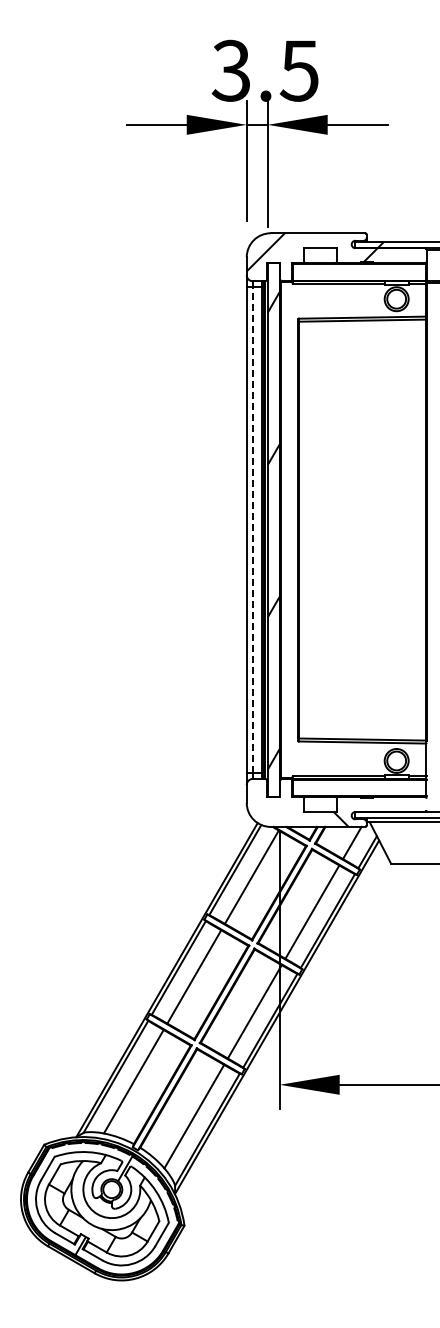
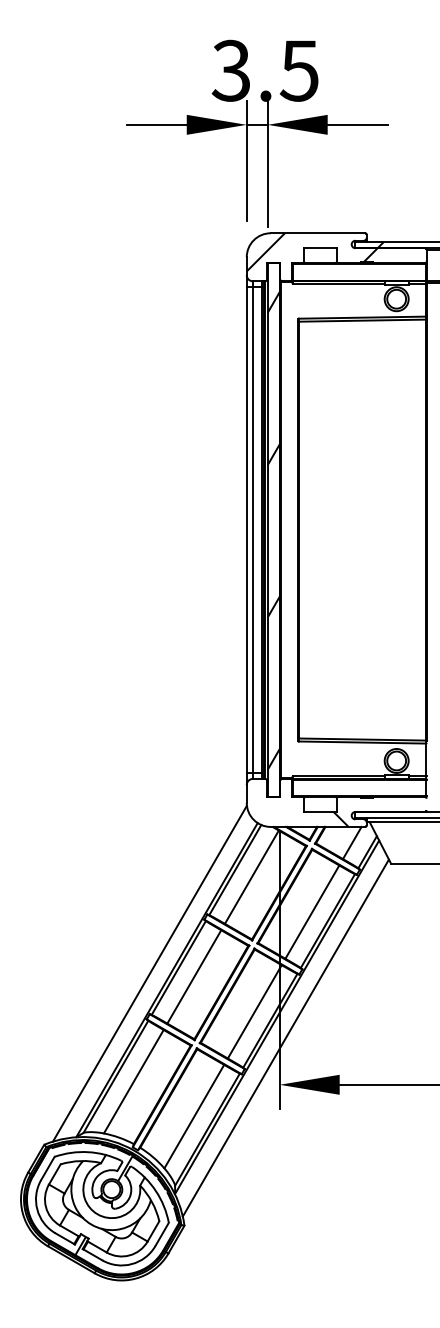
line at (252, 530): dashed -> solid
line at (149, 973): none -> present
line at (285, 1037): none -> present
